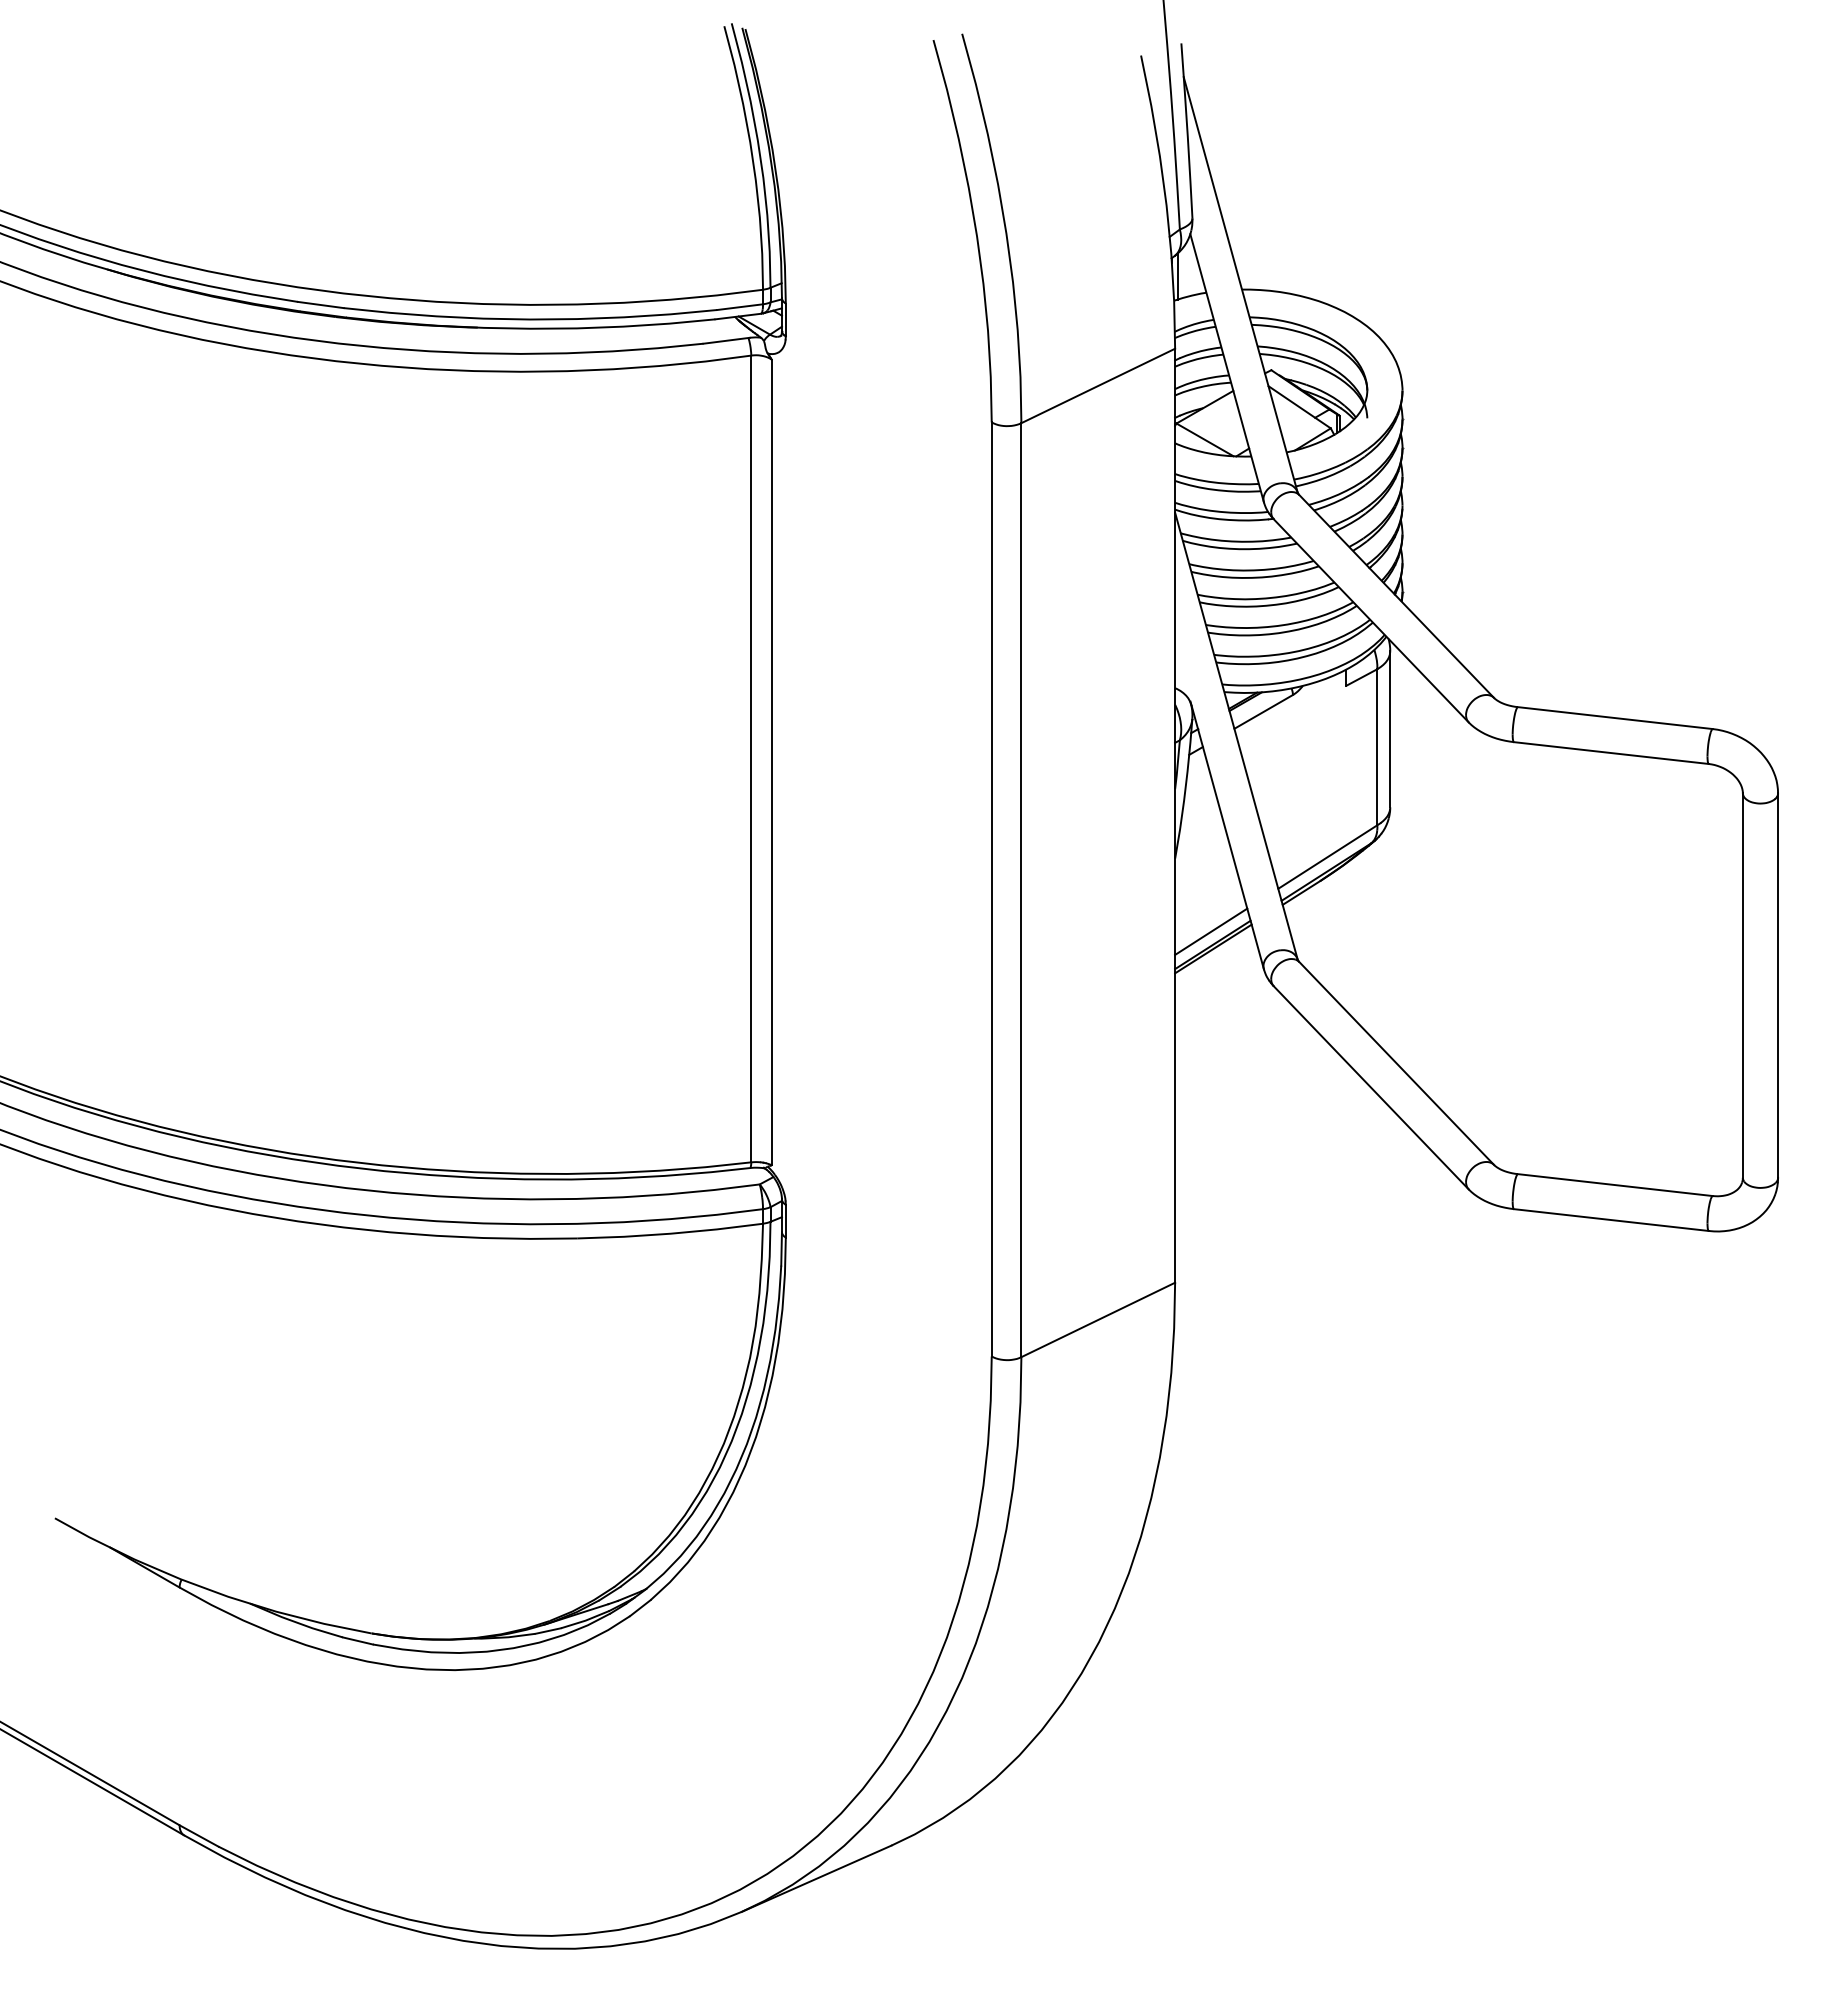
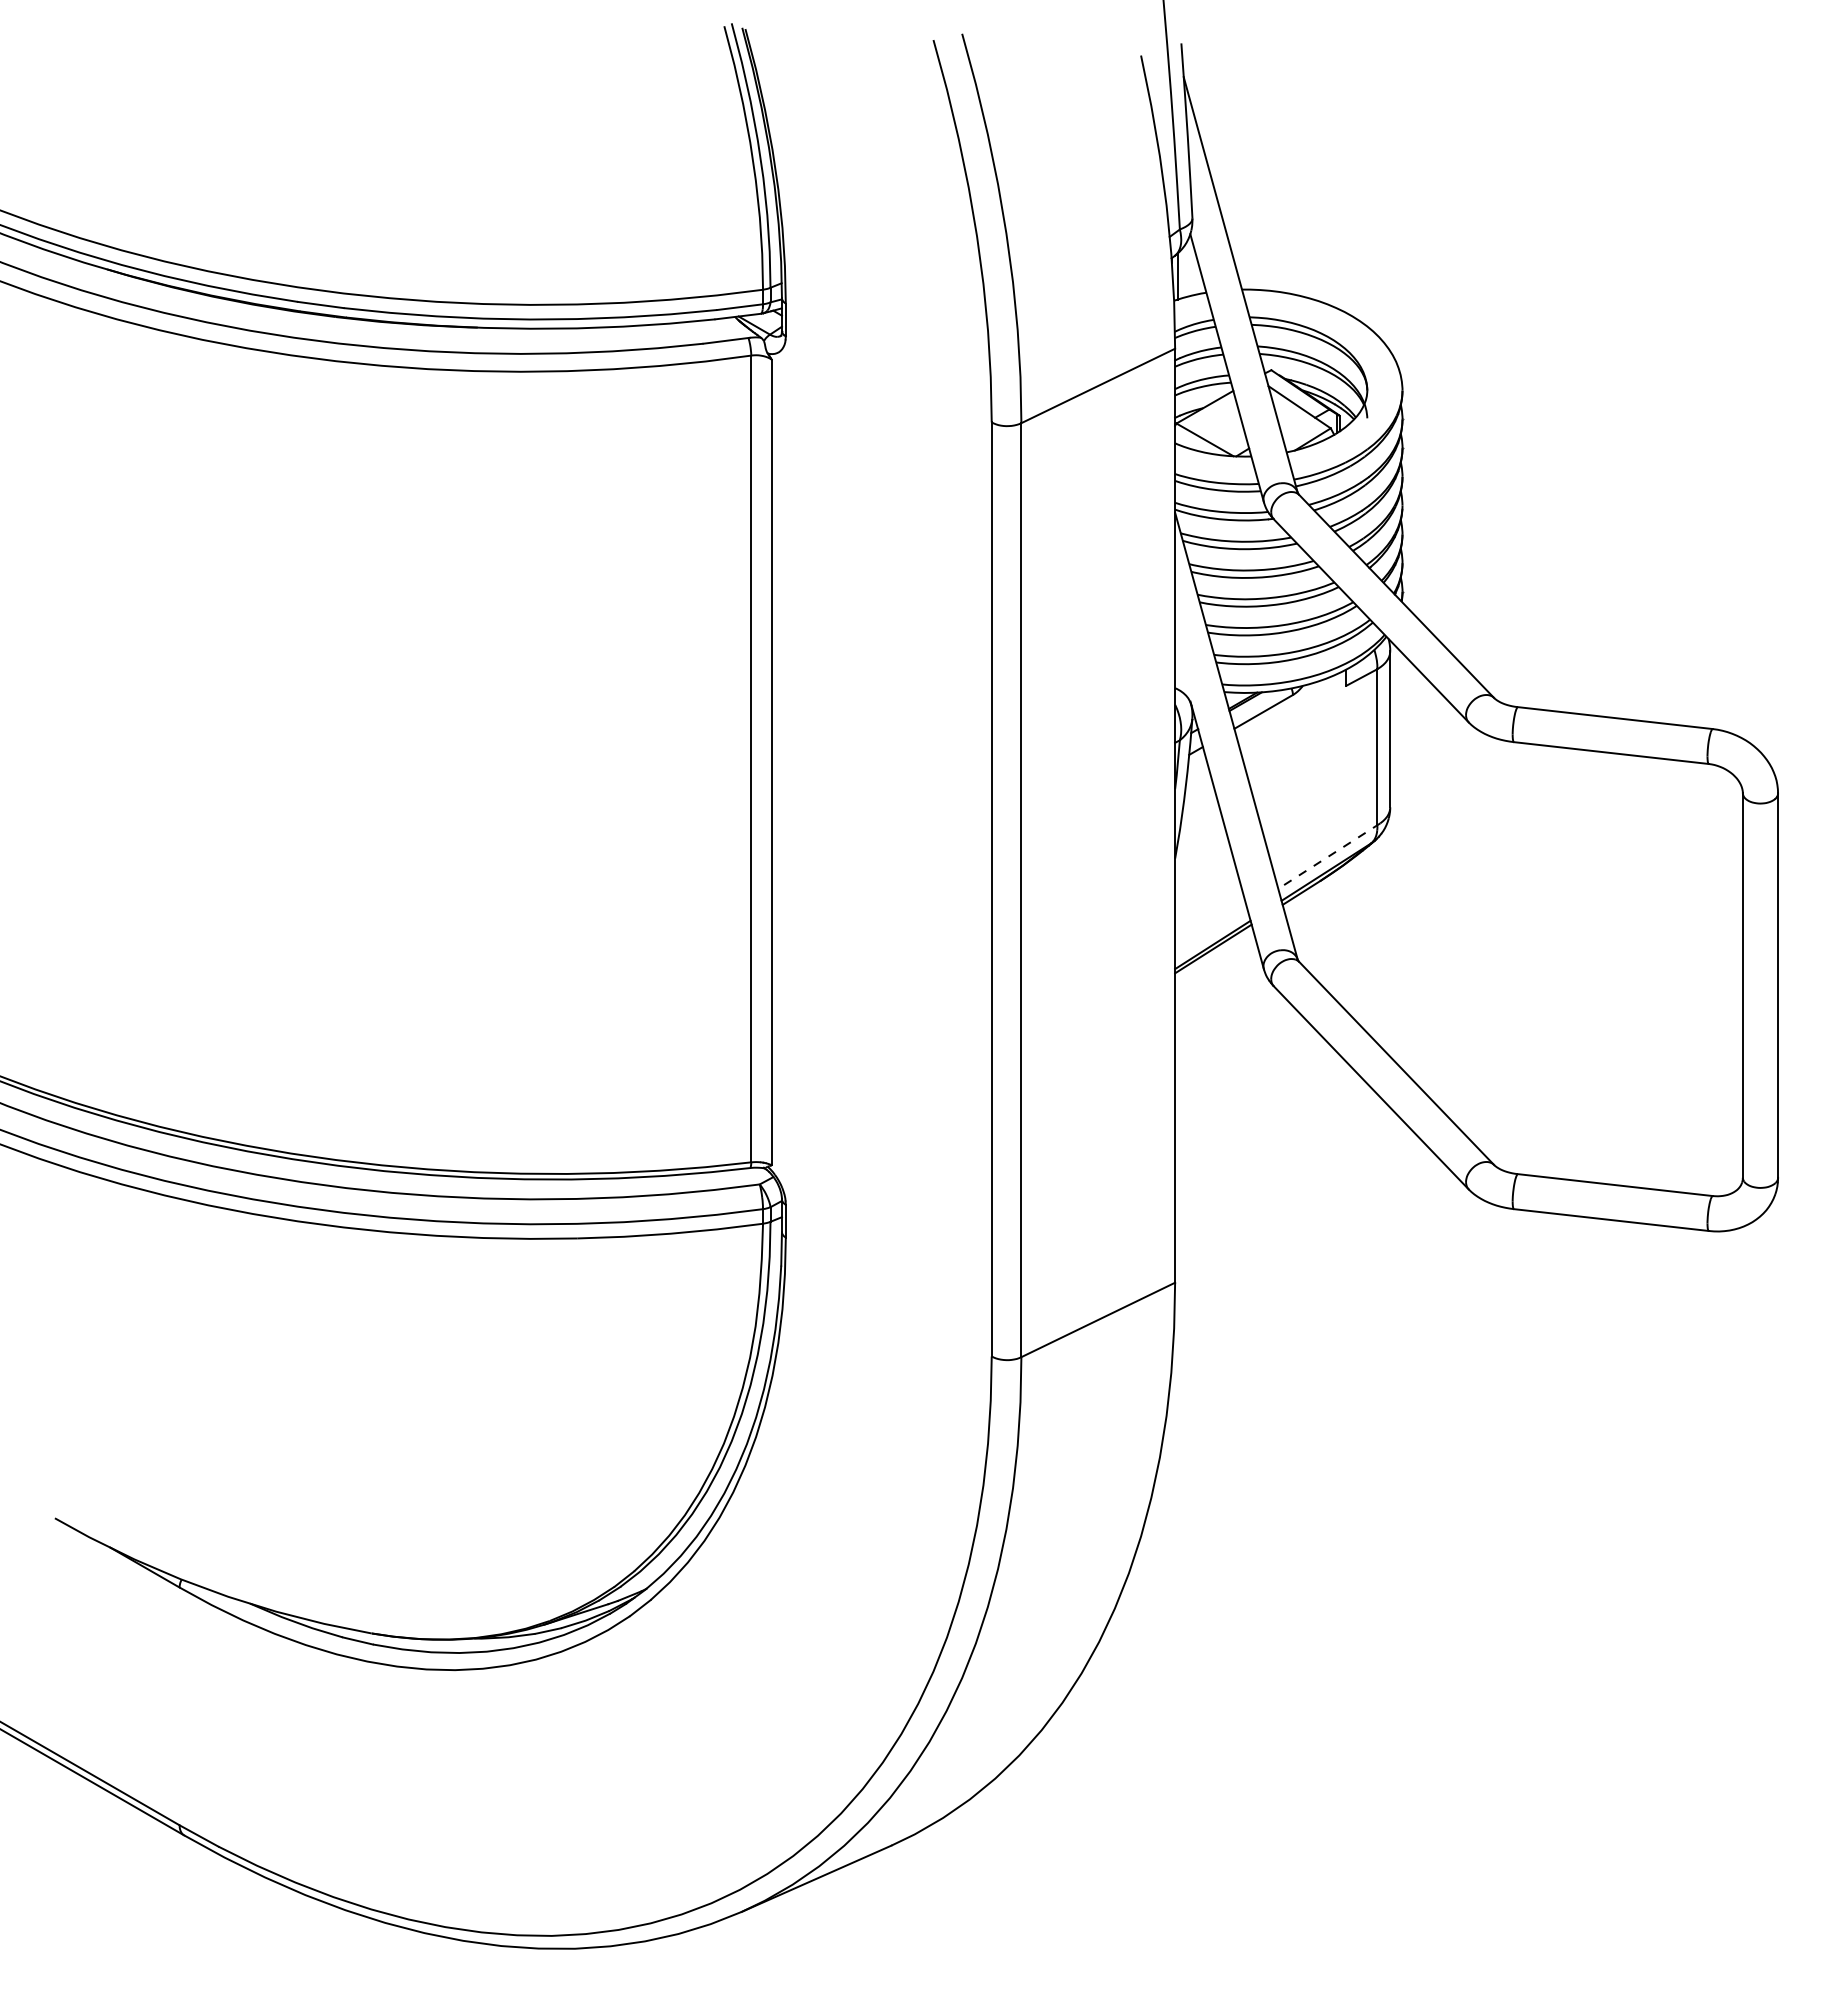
line at (1329, 856): solid -> dashed
line at (1211, 931): present -> none
